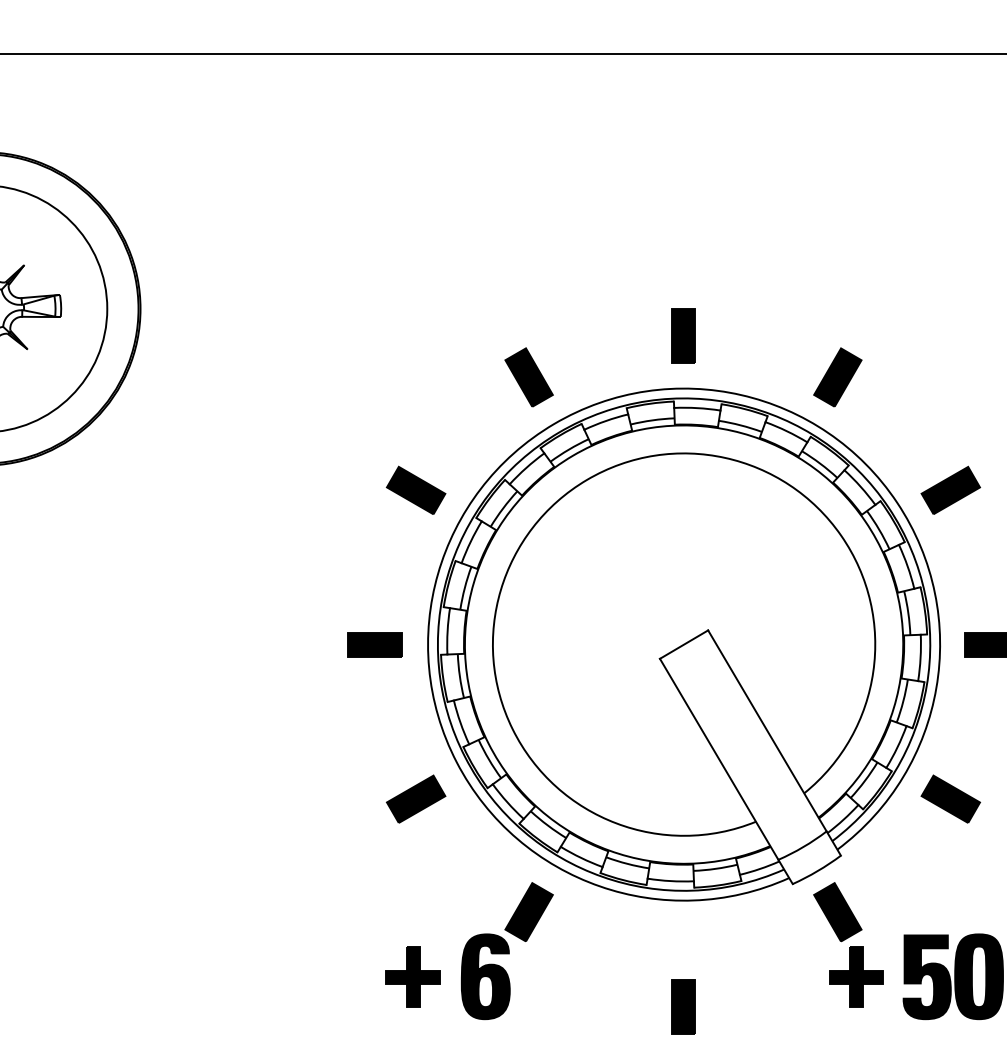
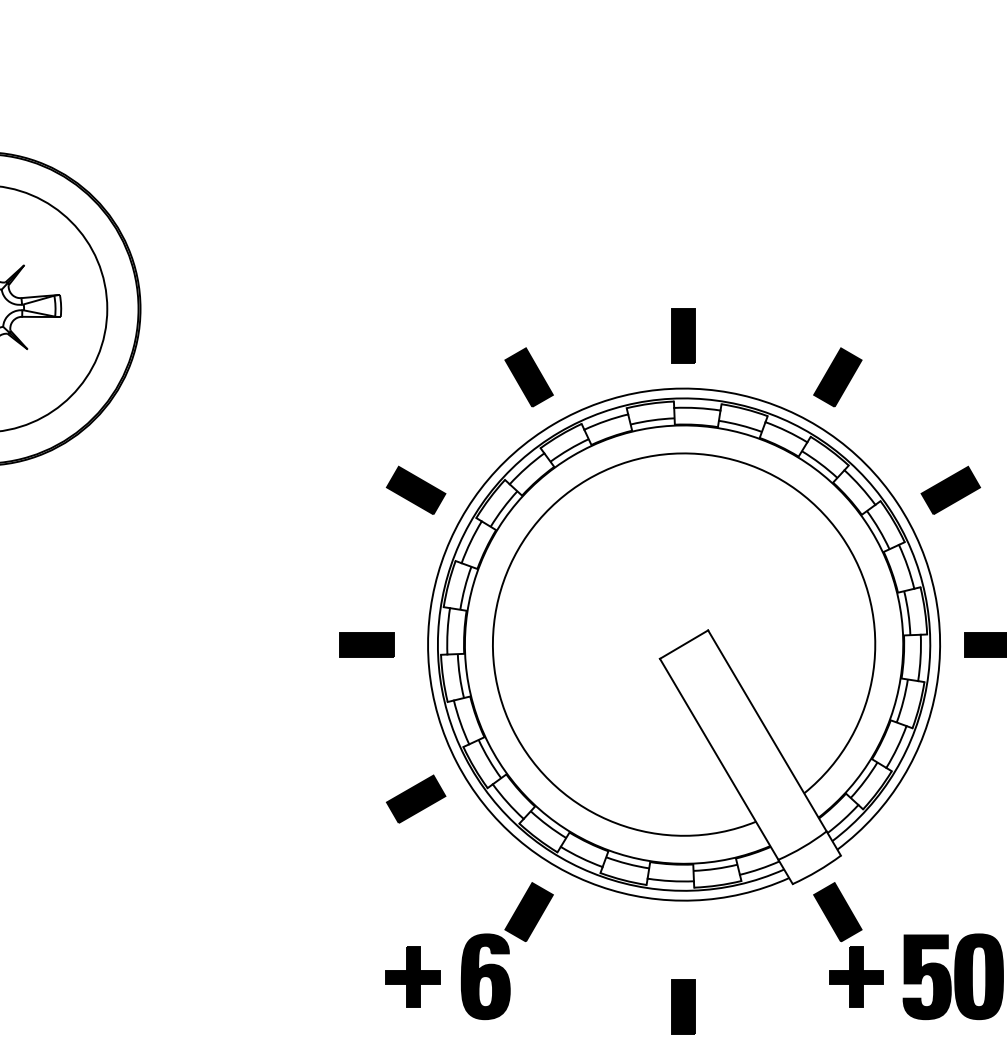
line at (502, 54): present -> none
part at (374, 644) position: (374, 644) -> (366, 644)
part at (950, 798): present -> none
